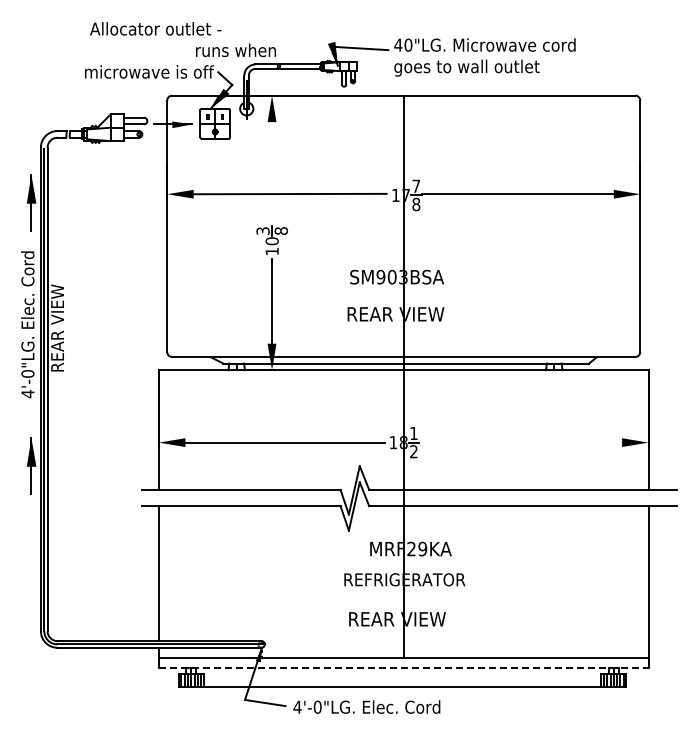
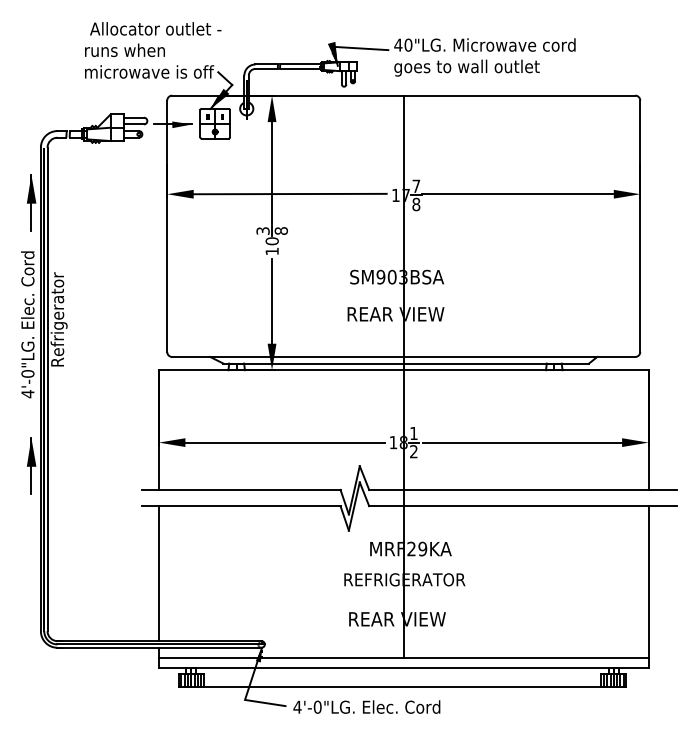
text at (235, 50) position: (235, 50) -> (124, 50)
line at (272, 172): none -> present
text at (58, 321): REAR VIEW -> Refrigerator
line at (522, 442): none -> present
line at (403, 667): dashed -> solid
